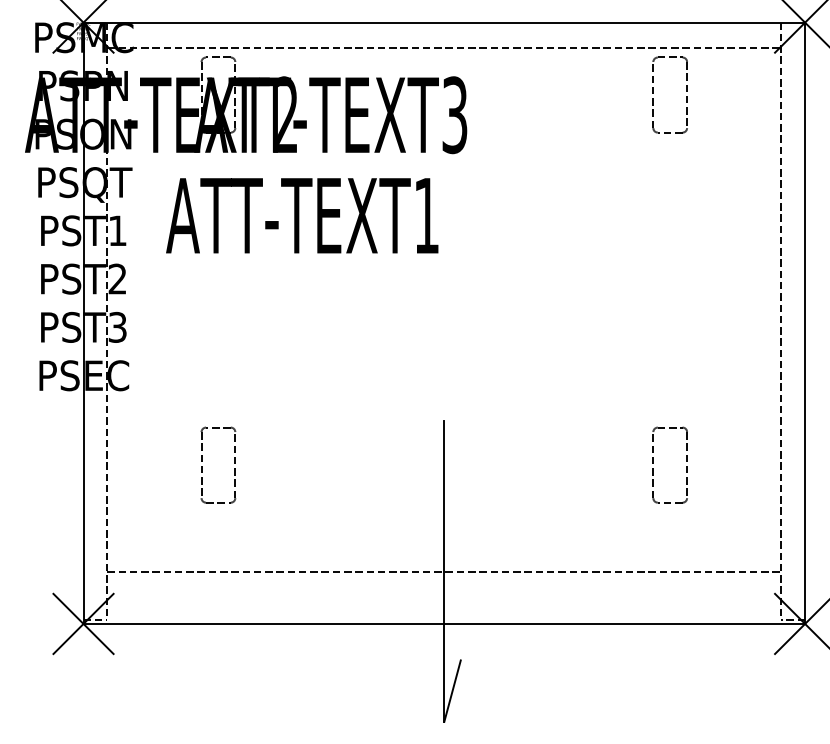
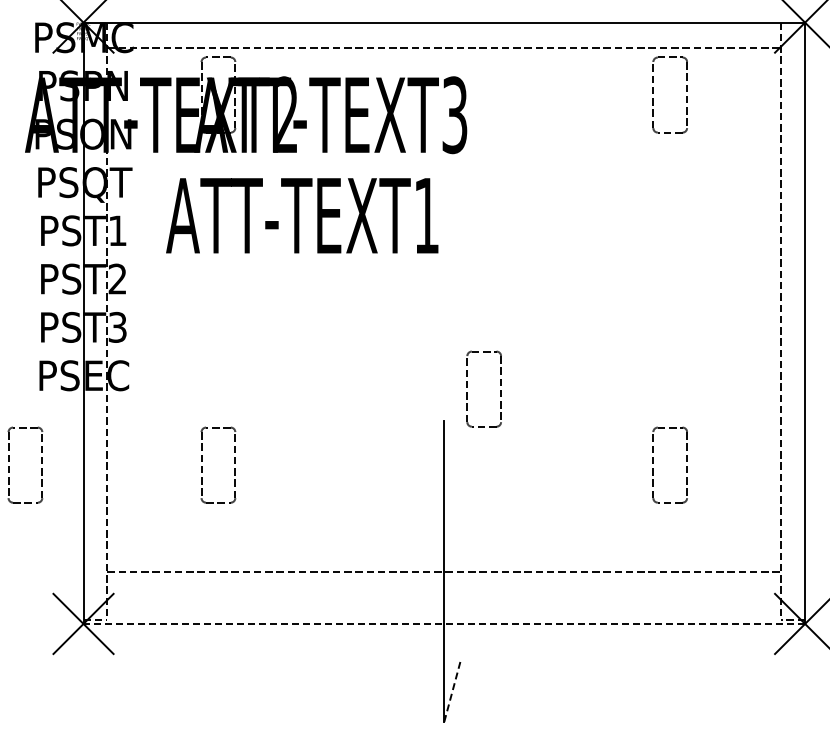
part at (467, 387): none -> present
part at (41, 463): none -> present
line at (444, 623): solid -> dashed
line at (452, 691): solid -> dashed
